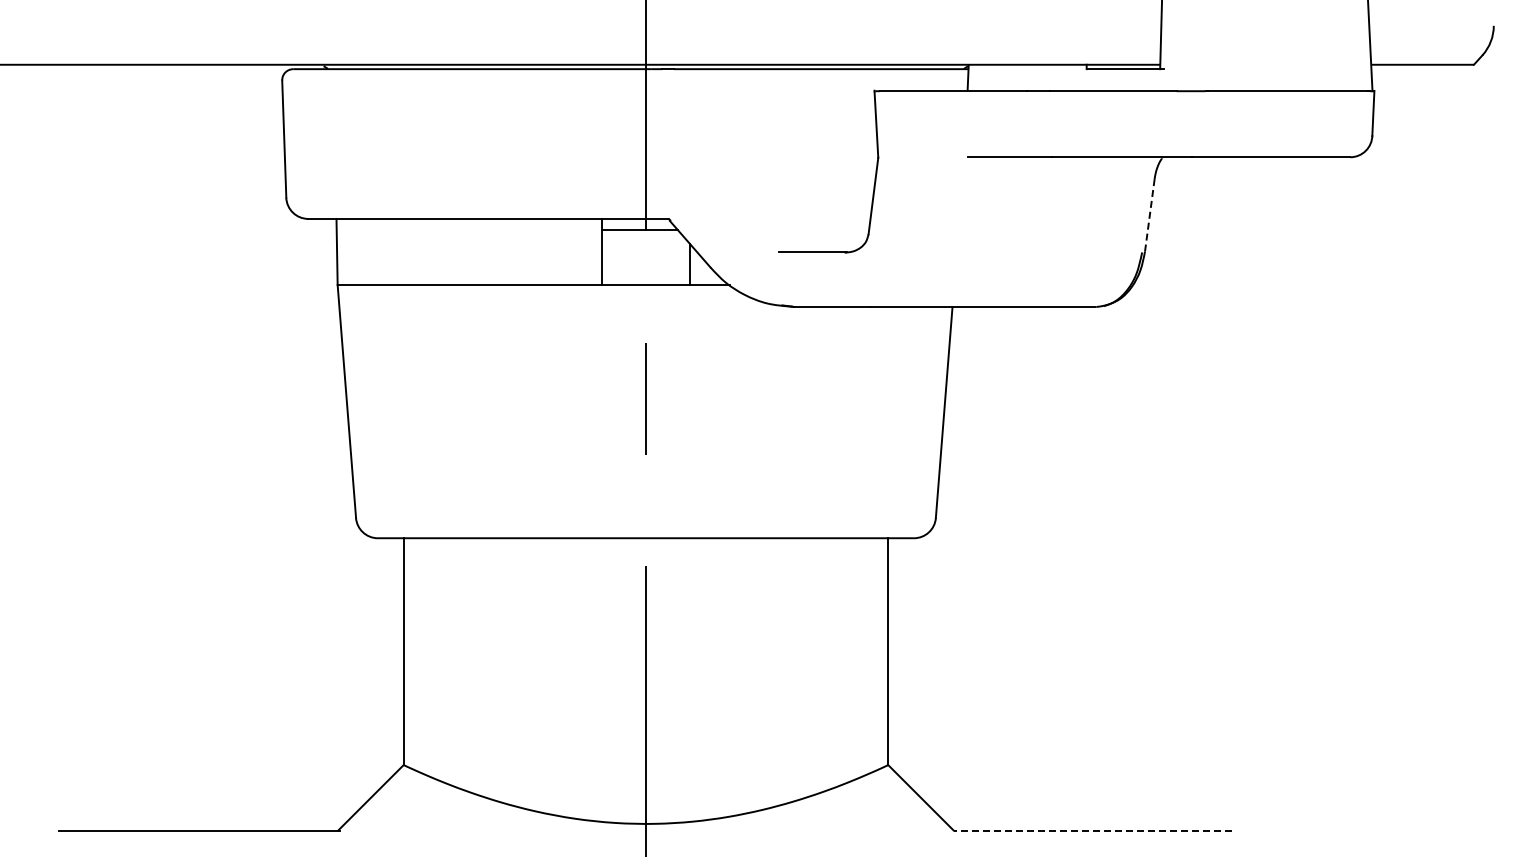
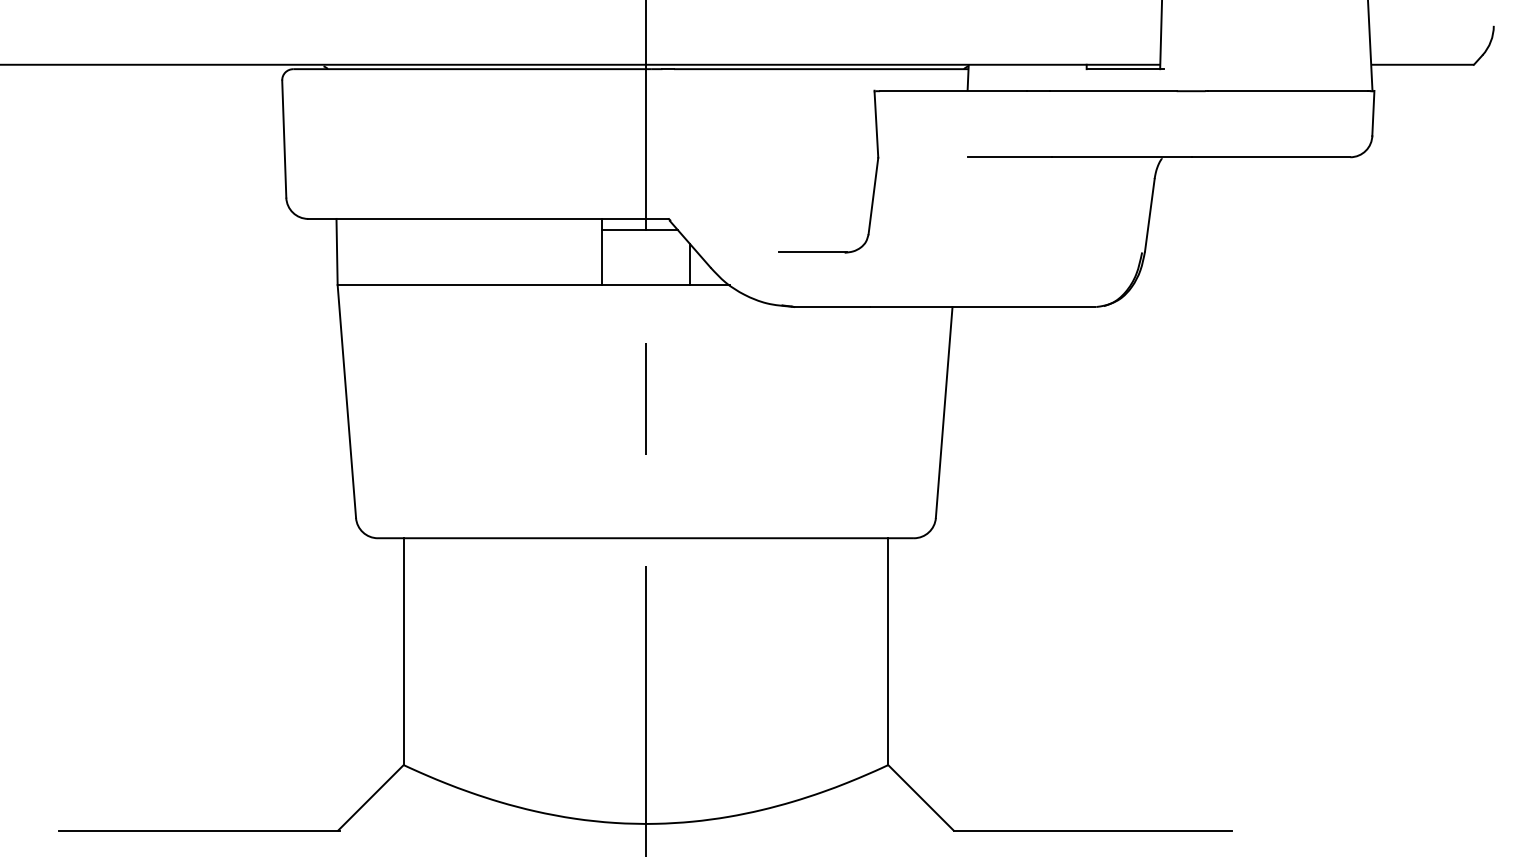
line at (1149, 215): dashed -> solid
line at (1092, 831): dashed -> solid
